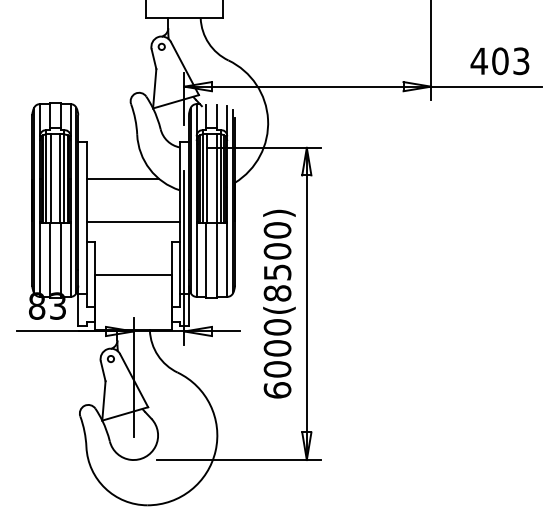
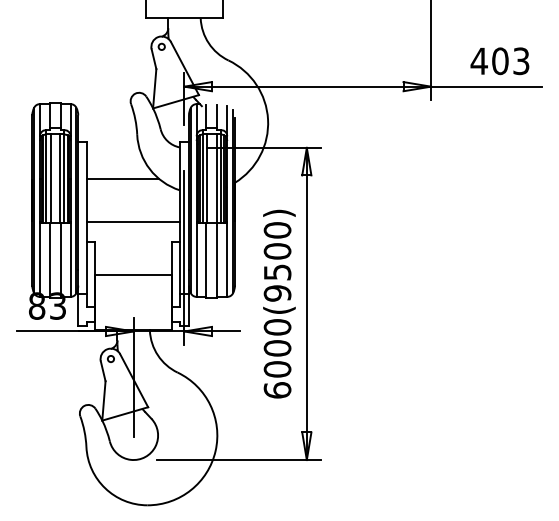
text at (277, 293): 6000(8500) -> 6000(9500)
